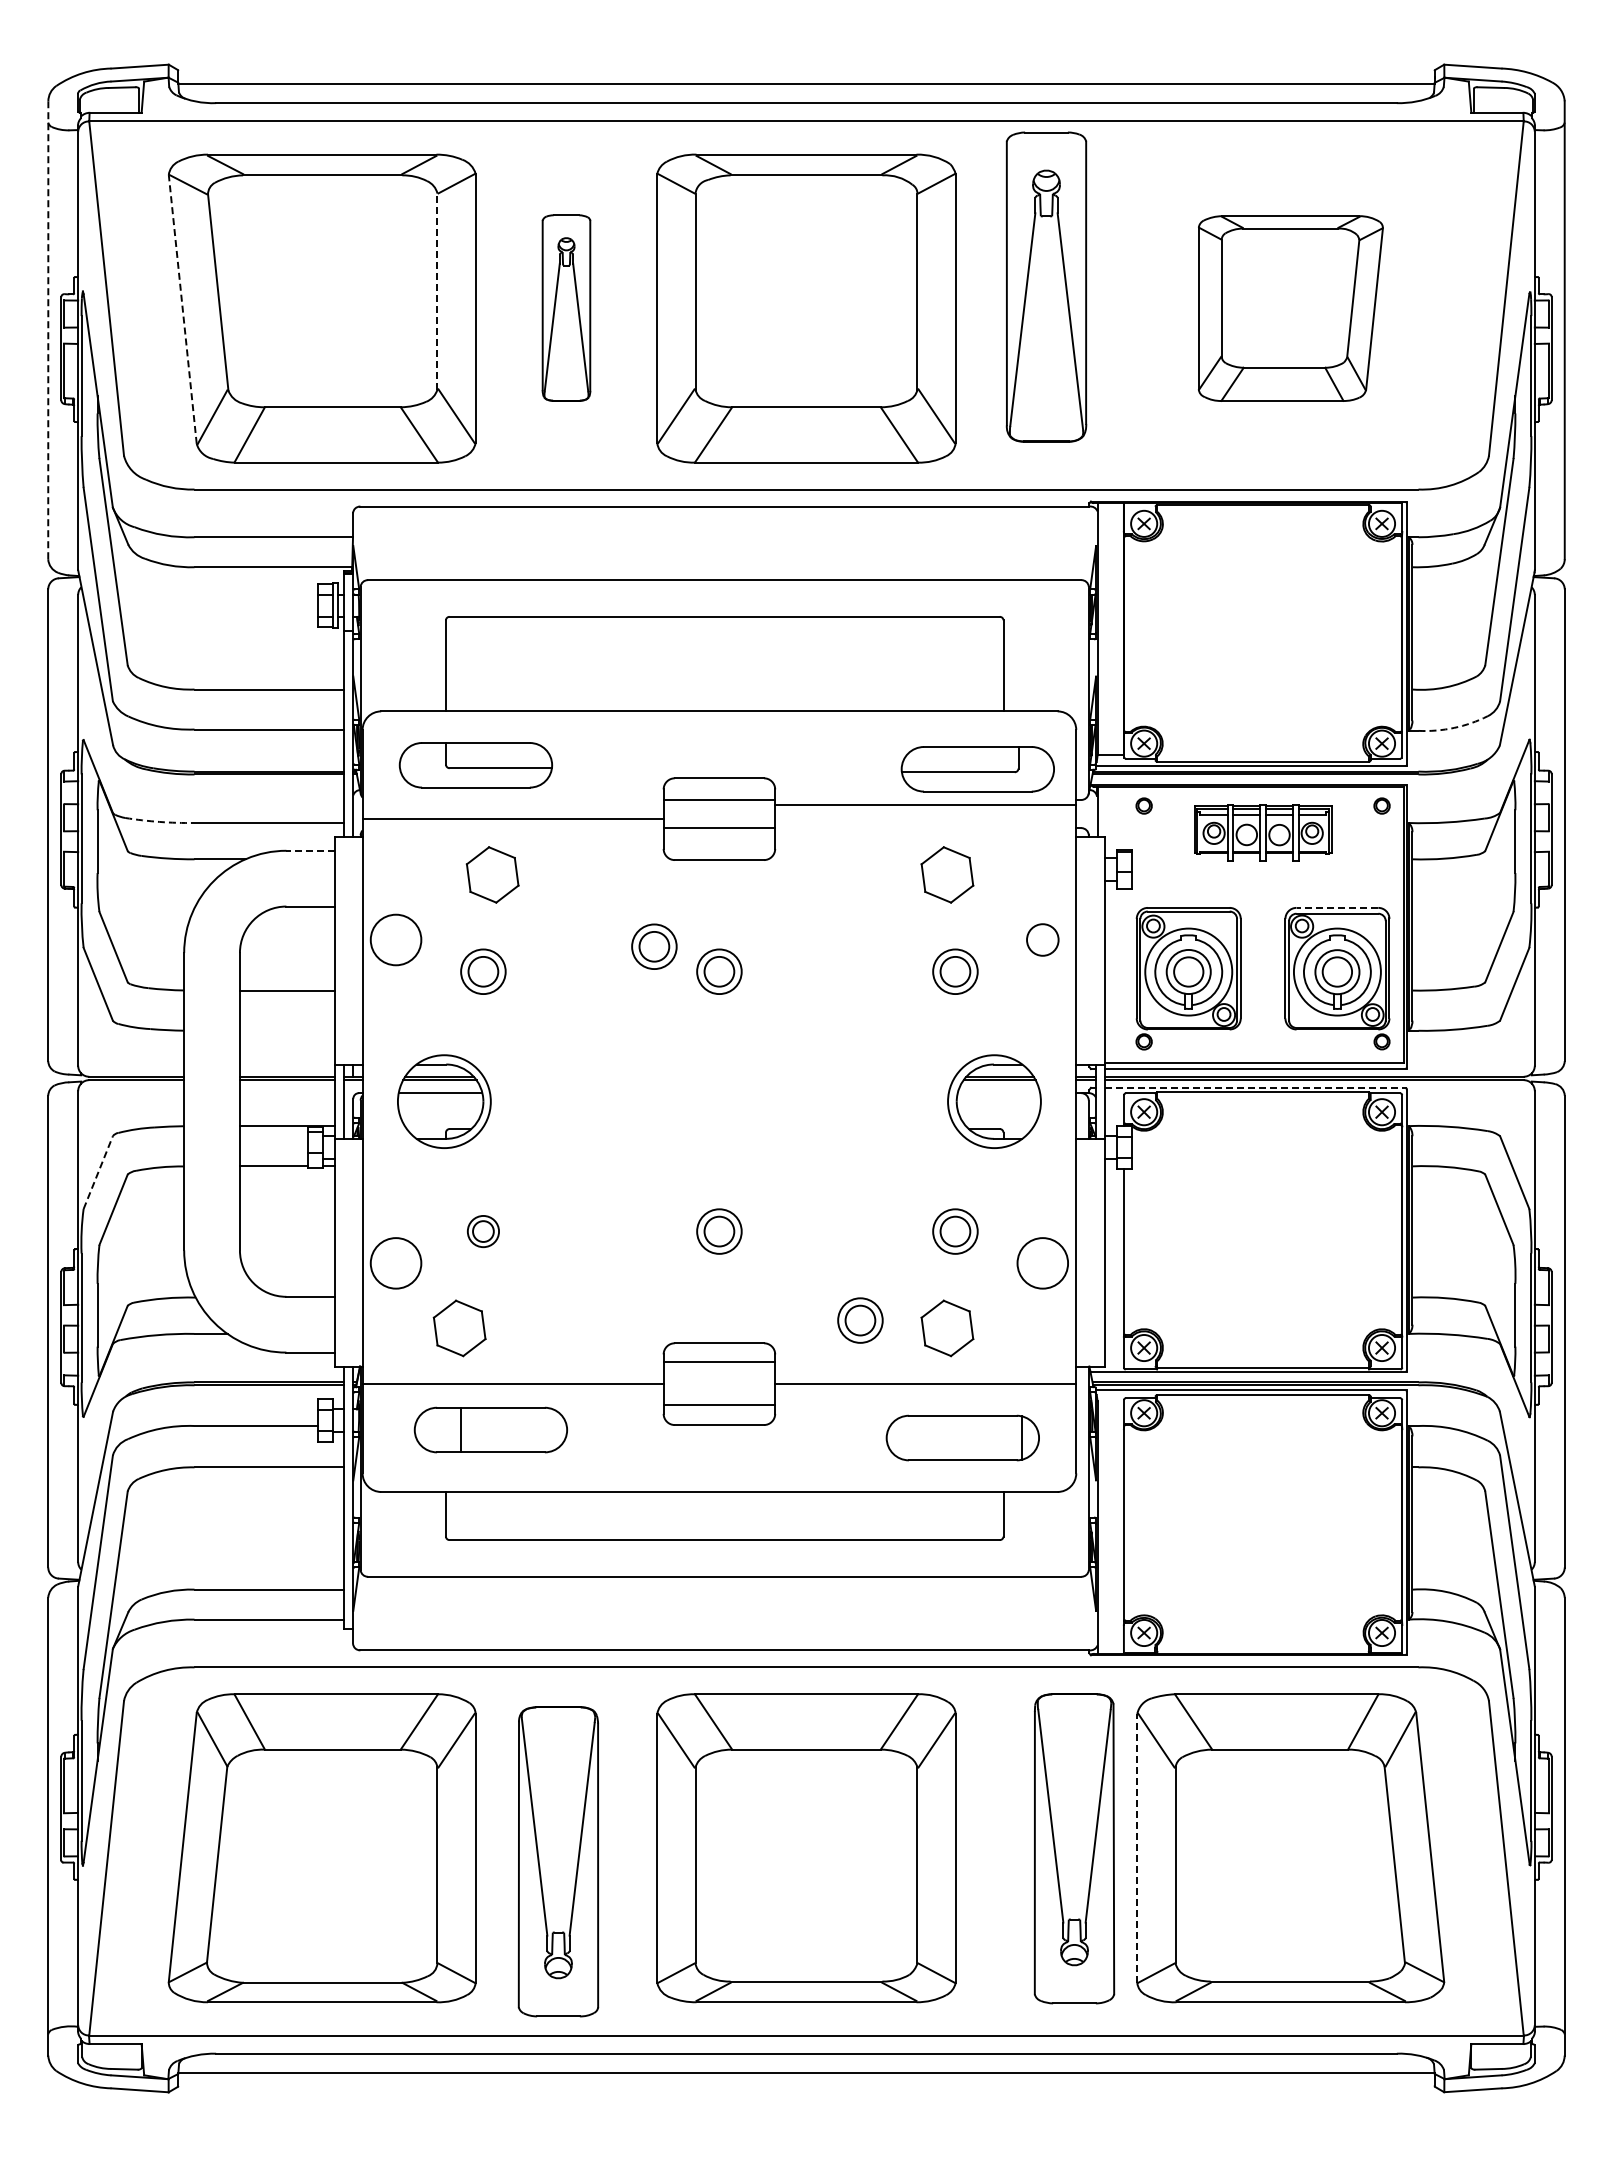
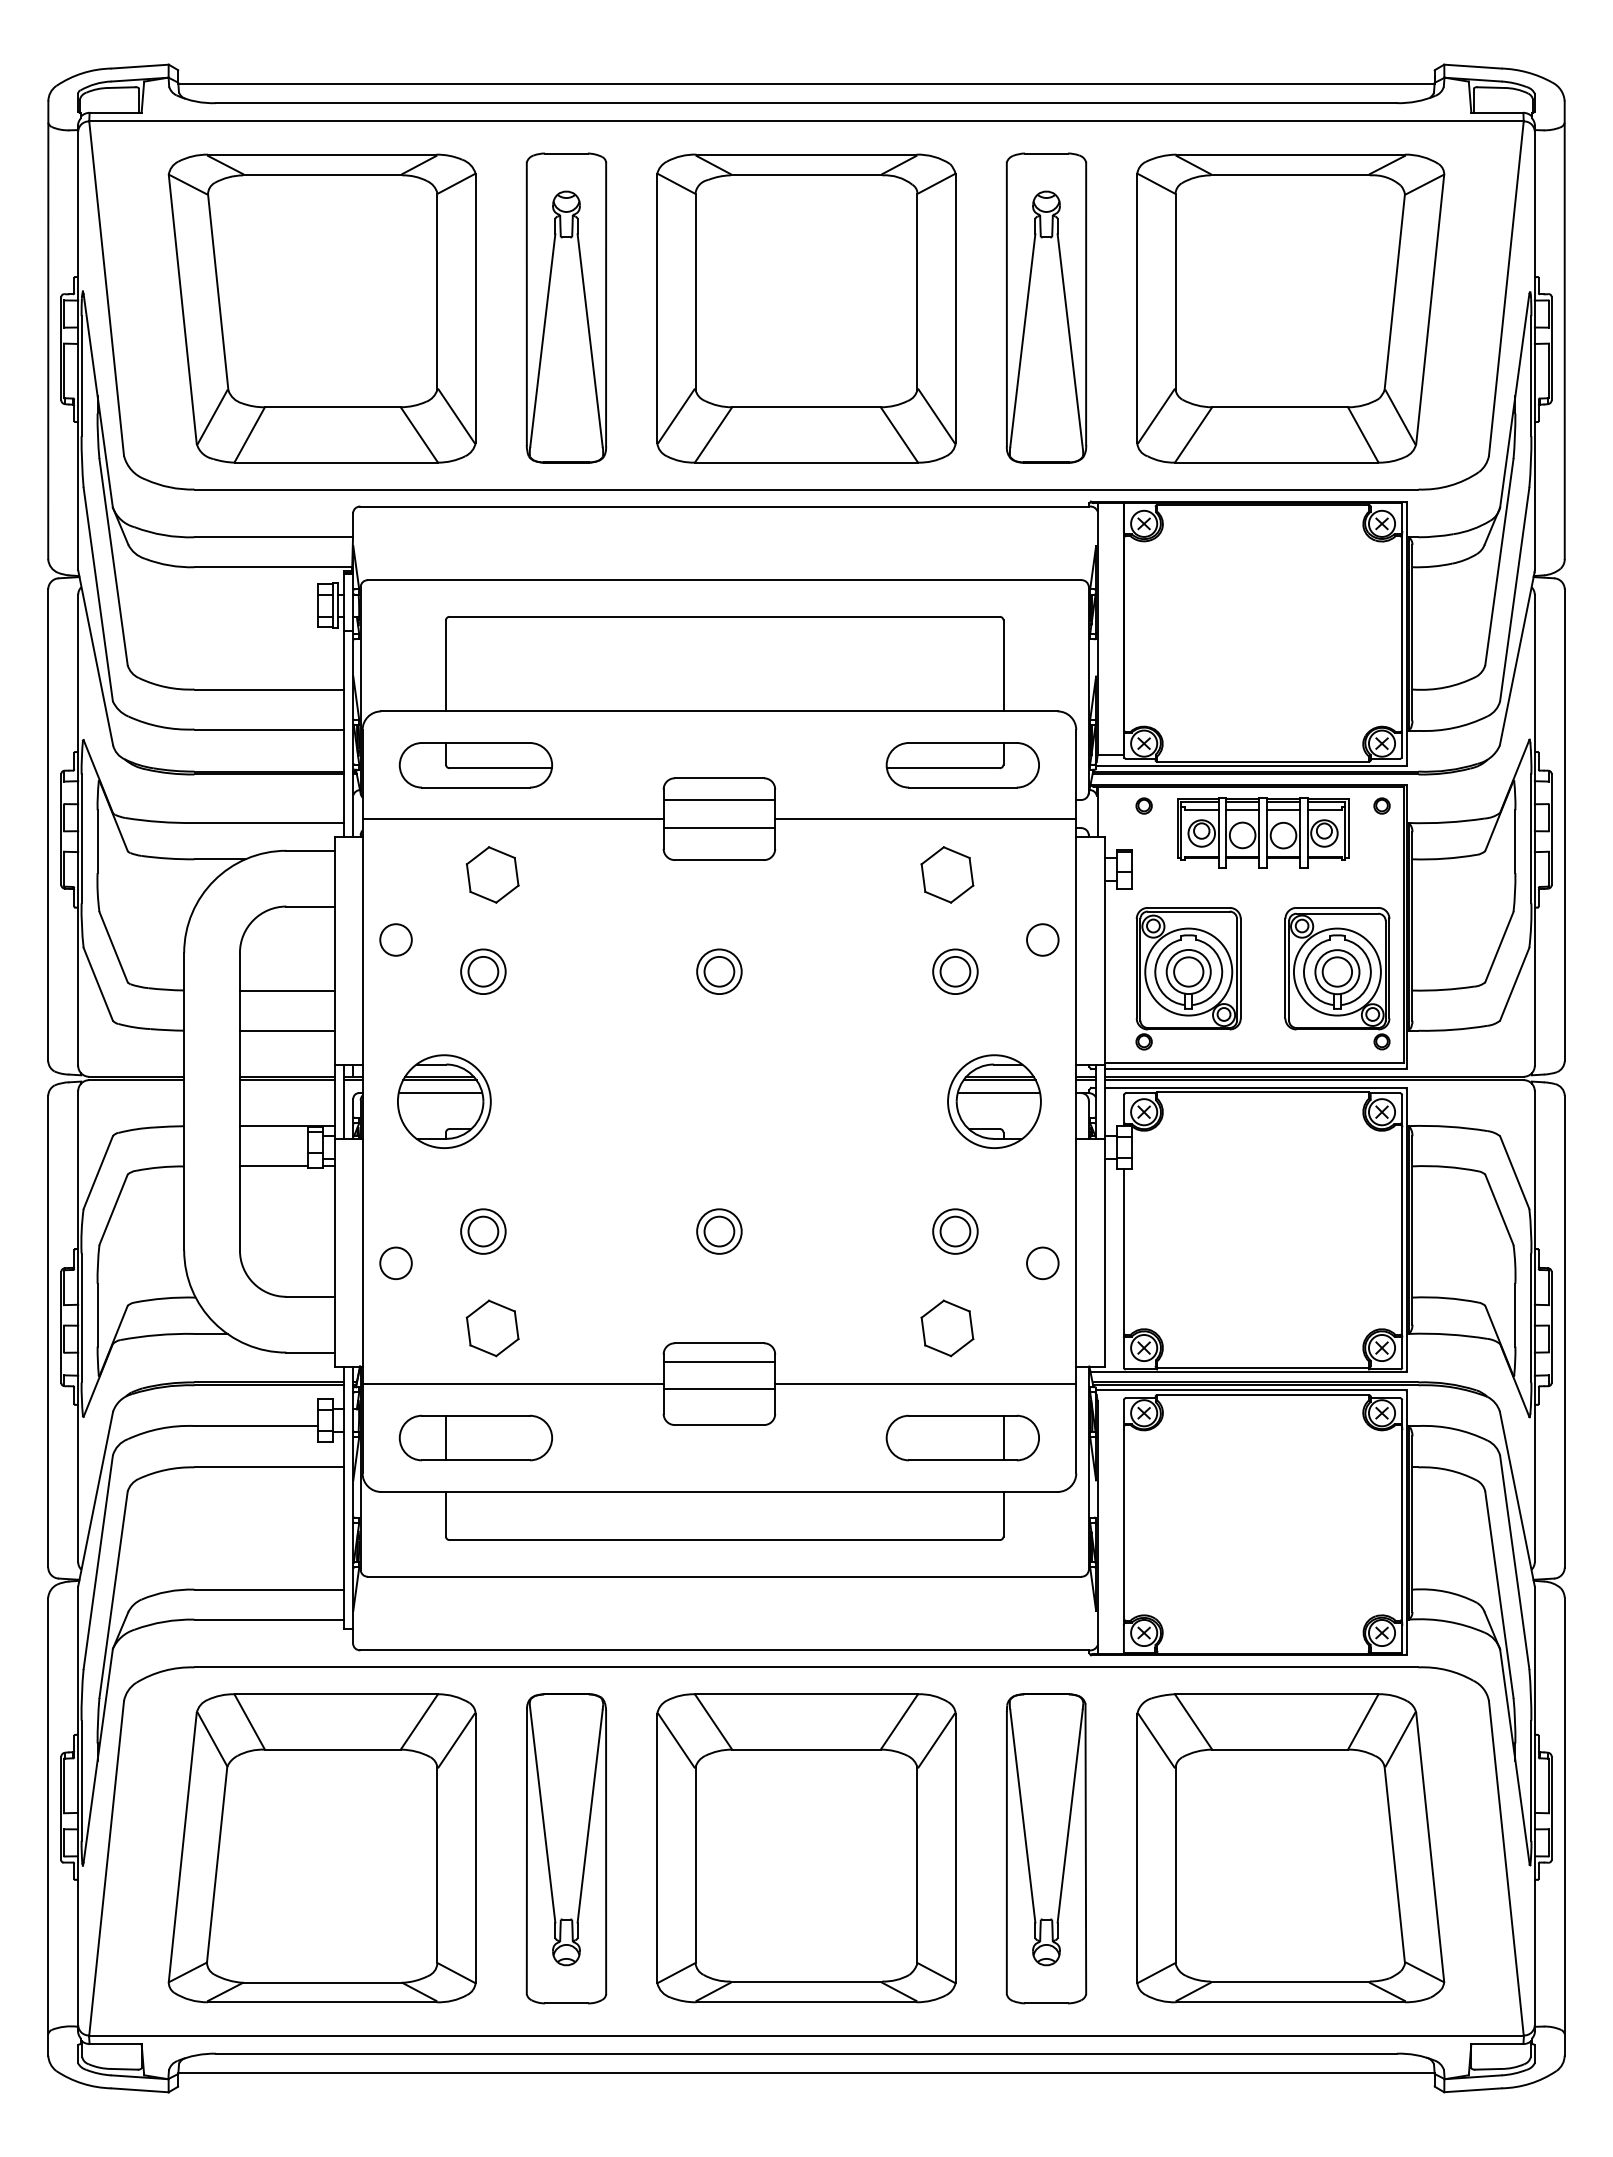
part at (1046, 286) position: (1046, 286) -> (1046, 307)
line at (437, 291): dashed -> solid
part at (566, 307) size: 51x188 px -> 83x312 px
line at (182, 308): dashed -> solid
part at (1290, 308) size: 186x187 px -> 310x311 px
line at (48, 330): dashed -> solid
arc at (1454, 727): dashed -> solid
part at (977, 769) position: (977, 769) -> (962, 765)
line at (925, 805) position: (925, 805) -> (925, 819)
arc at (159, 821): dashed -> solid
part at (1263, 832) size: 139x58 px -> 173x72 px
line at (310, 850): dashed -> solid
line at (1337, 907): dashed -> solid
circle at (395, 939) diameter: 51 px -> 32 px
part at (654, 946): present -> none
line at (286, 1030): none -> present
line at (1256, 1087): dashed -> solid
line at (998, 1093): none -> present
line at (98, 1172): dashed -> solid
part at (483, 1231) size: 33x34 px -> 47x47 px
circle at (395, 1263) diameter: 51 px -> 32 px
circle at (1042, 1263) diameter: 51 px -> 32 px
part at (860, 1320): present -> none
part at (459, 1328) position: (459, 1328) -> (492, 1328)
line at (719, 1404) position: (719, 1404) -> (719, 1388)
part at (490, 1429) position: (490, 1429) -> (475, 1437)
line at (1021, 1437) position: (1021, 1437) -> (1003, 1437)
line at (1137, 1847): dashed -> solid
part at (1074, 1848) position: (1074, 1848) -> (1046, 1848)
part at (558, 1861) position: (558, 1861) -> (566, 1848)
